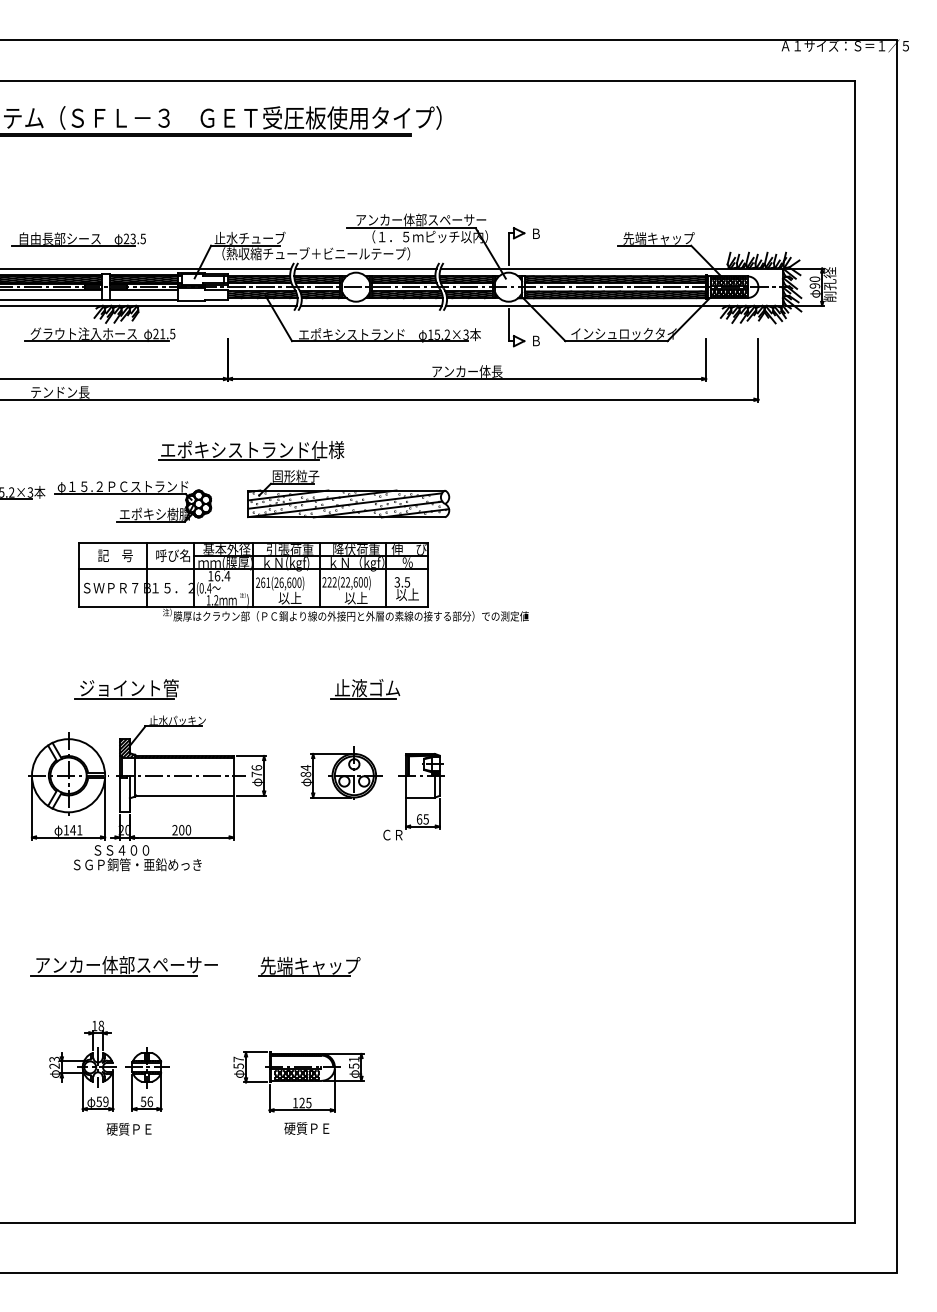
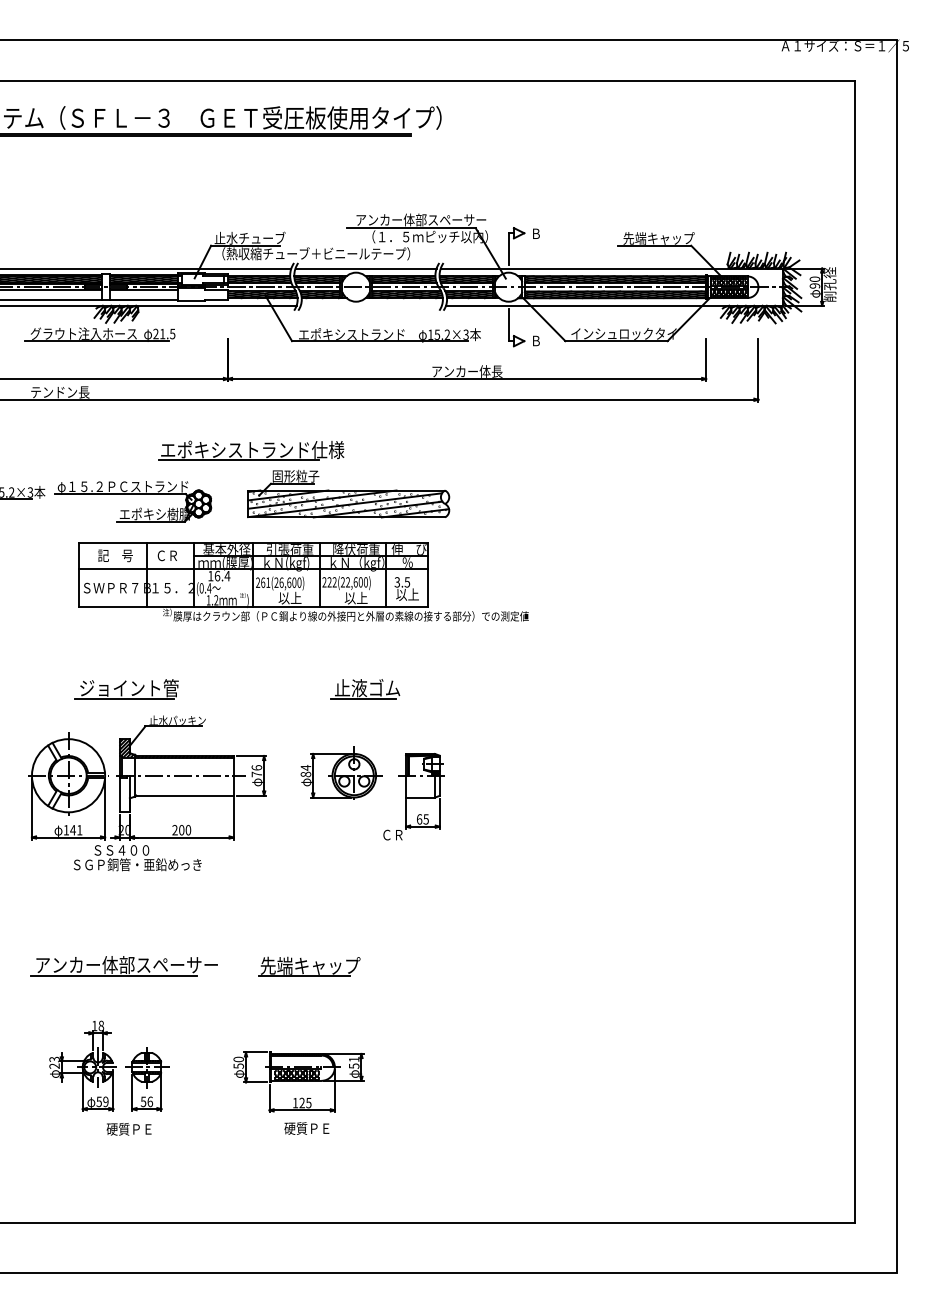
part at (78, 239): present -> none
line at (370, 305): present -> none
text at (173, 555): 呼び名 -> ＣＲ
text at (238, 1059): 57 -> 50
